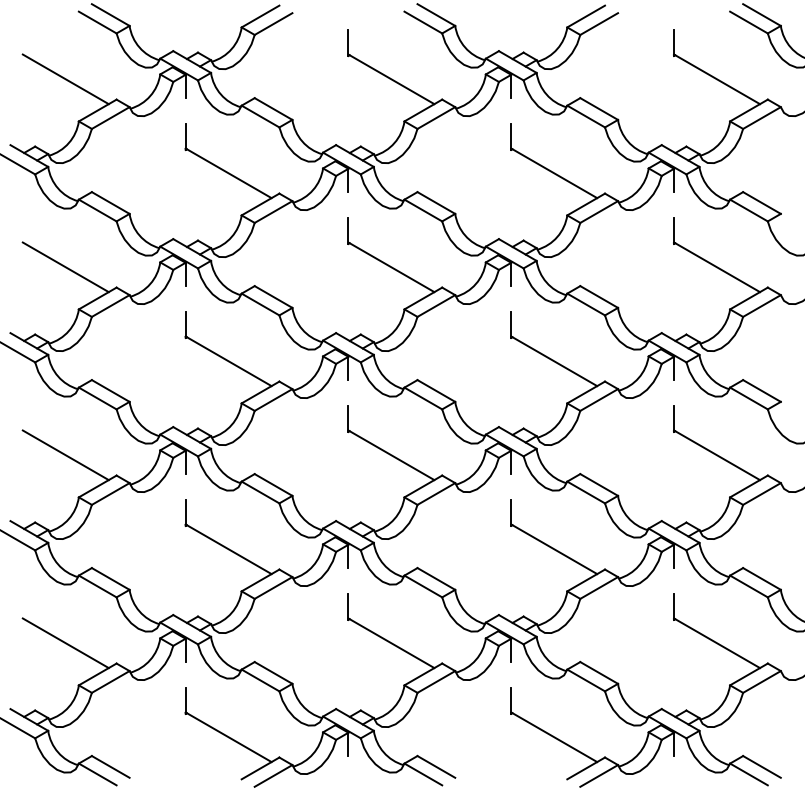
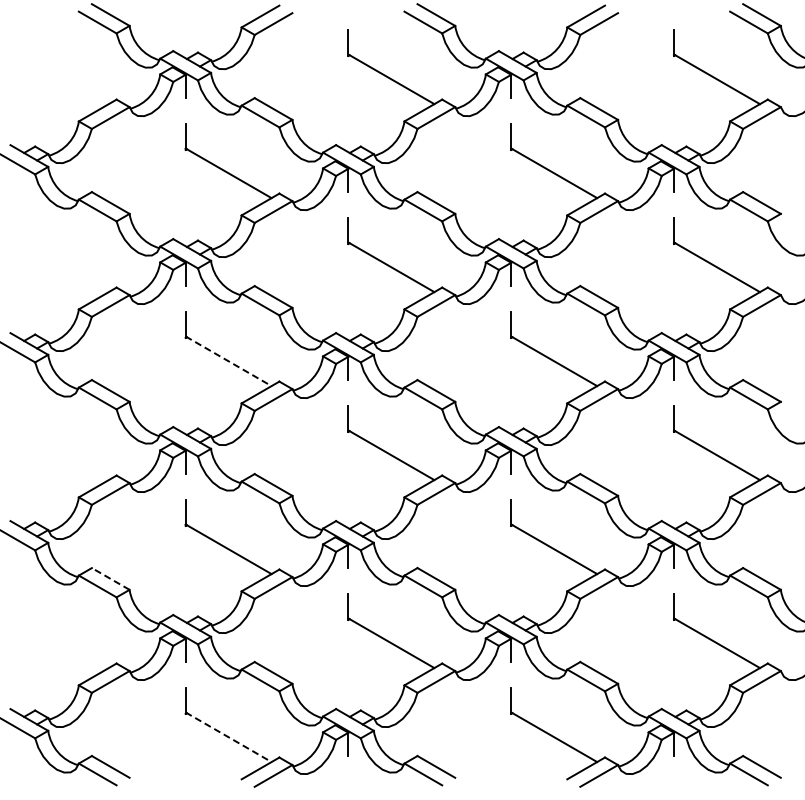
line at (65, 79): present -> none
line at (65, 267): present -> none
line at (228, 361): solid -> dashed
line at (65, 455): present -> none
line at (110, 578): solid -> dashed
line at (65, 643): present -> none
line at (228, 737): solid -> dashed
